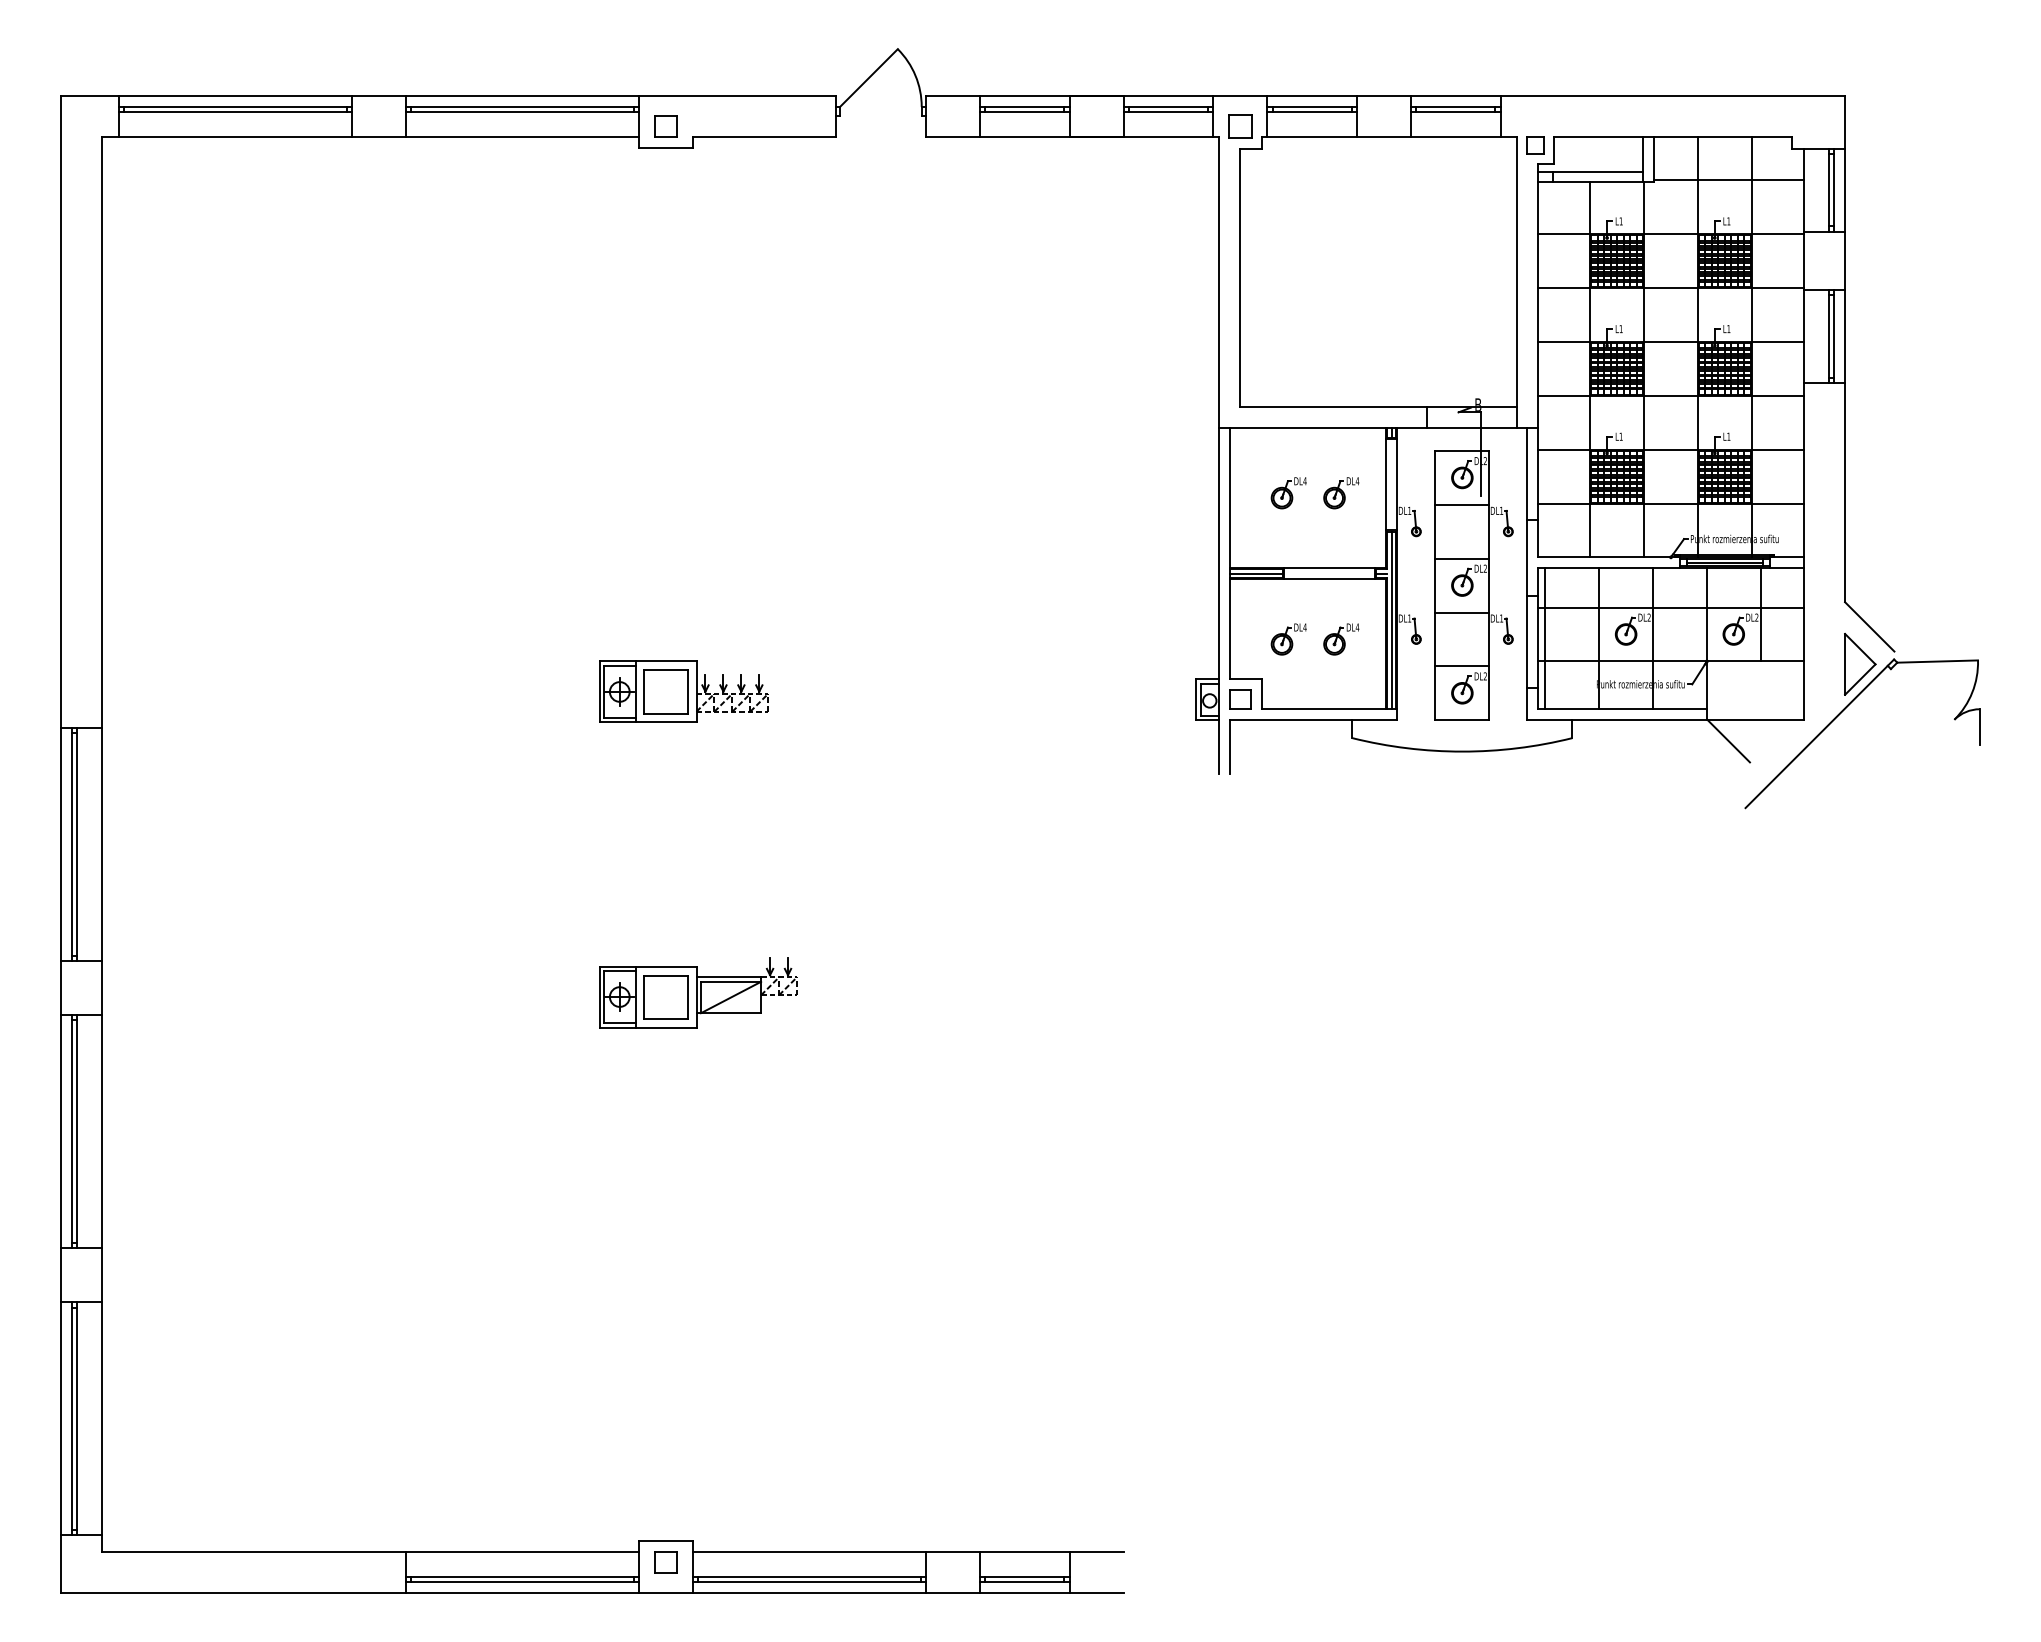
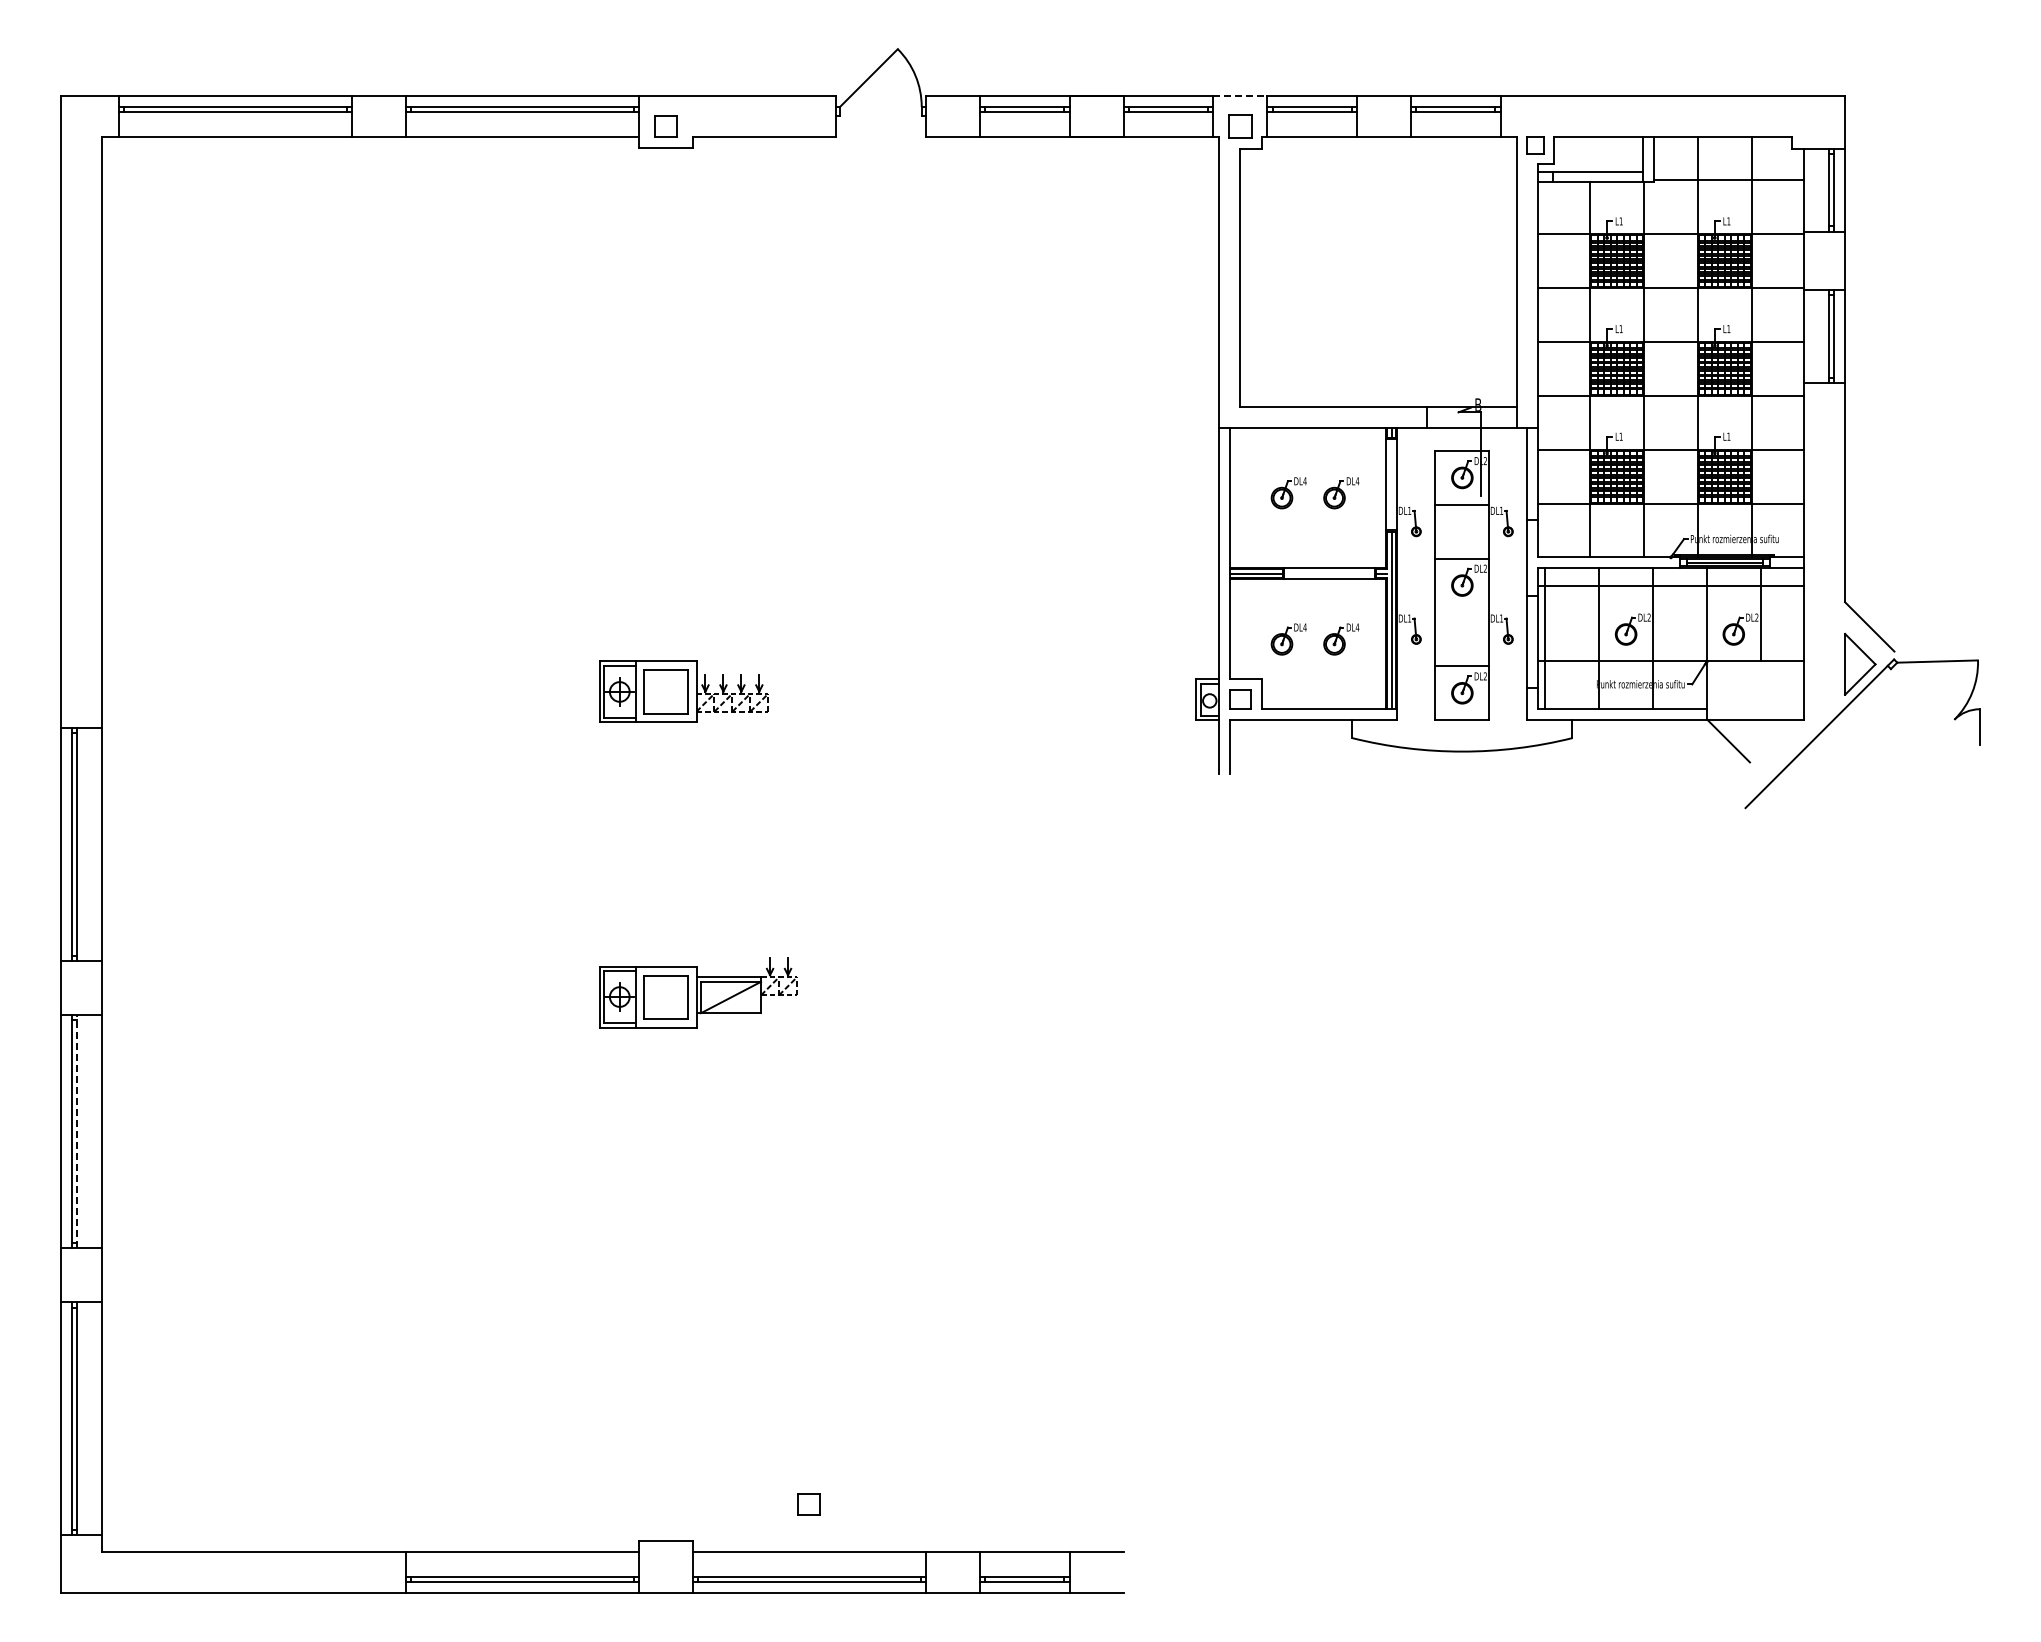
line at (1240, 96): solid -> dashed
line at (1670, 607) position: (1670, 607) -> (1670, 585)
line at (1462, 612): present -> none
line at (77, 1131): solid -> dashed
part at (665, 1562) position: (665, 1562) -> (808, 1504)
